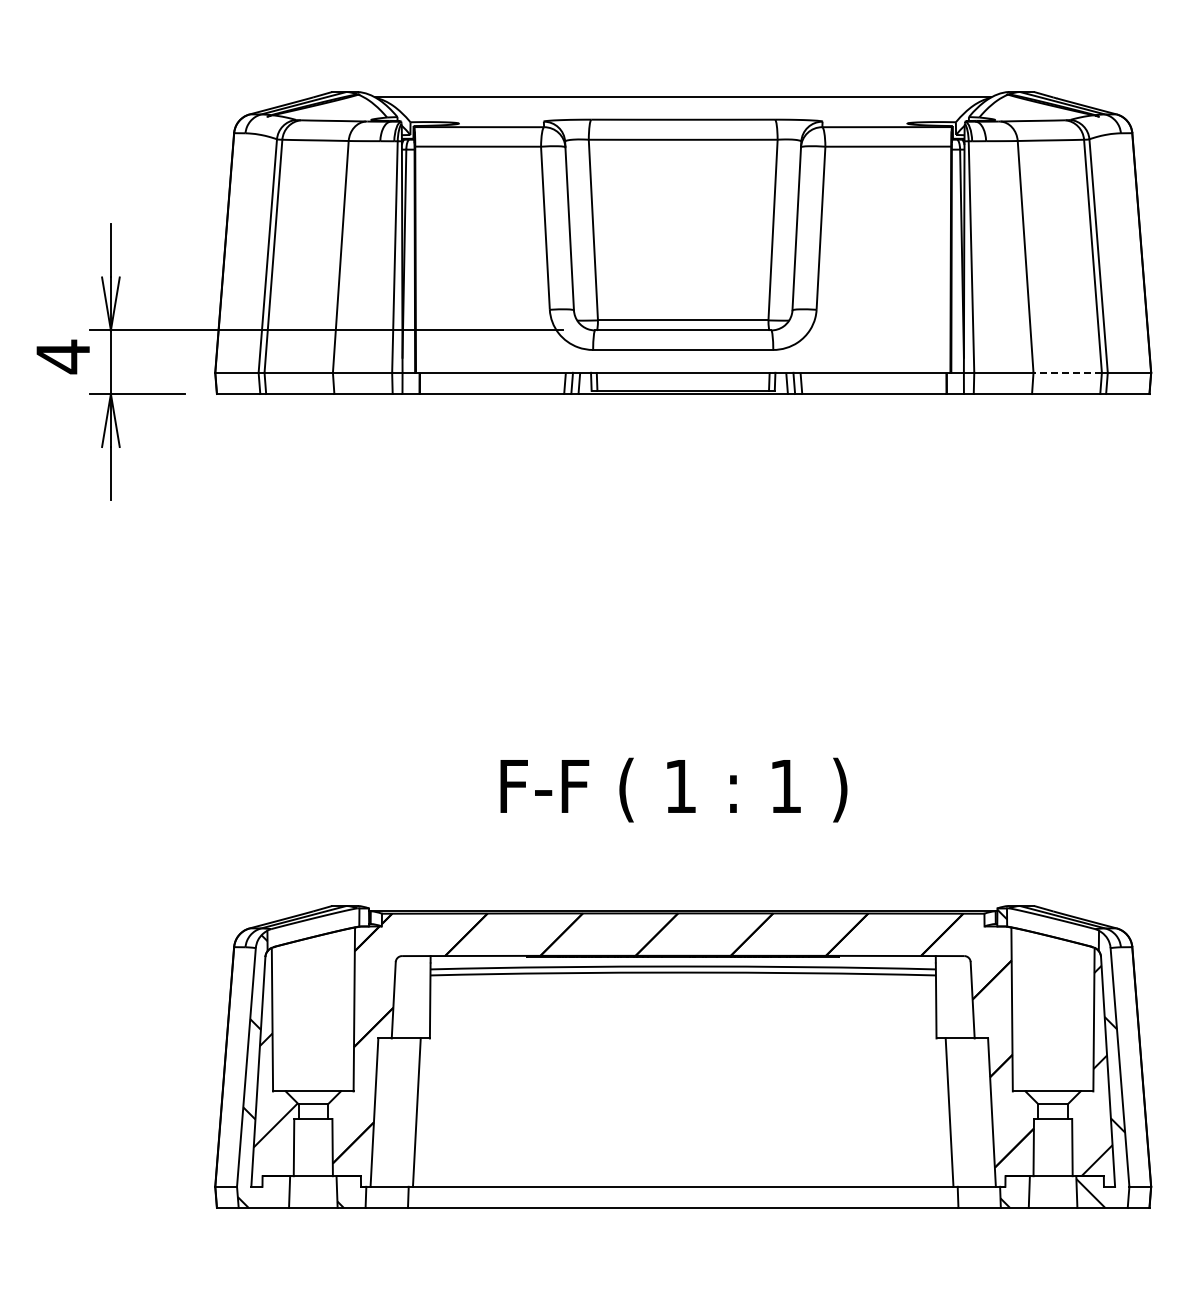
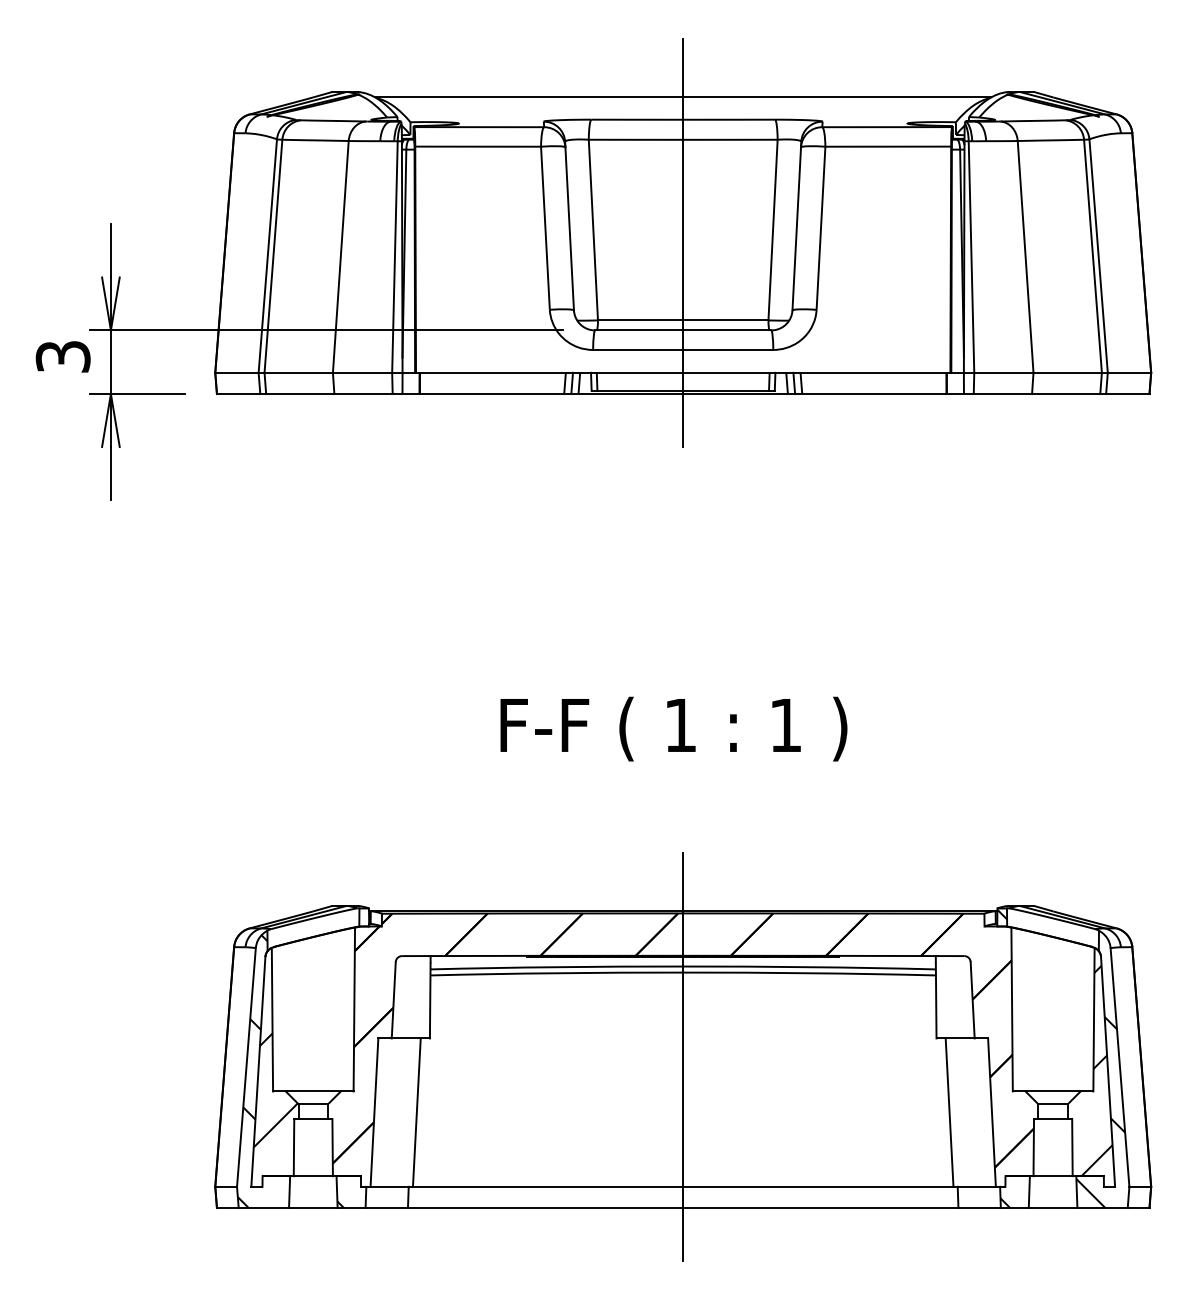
line at (683, 243): none -> present
text at (62, 356): 4 -> 3
line at (1067, 372): dashed -> solid
text at (673, 789) position: (673, 789) -> (673, 728)
line at (683, 1056): none -> present
